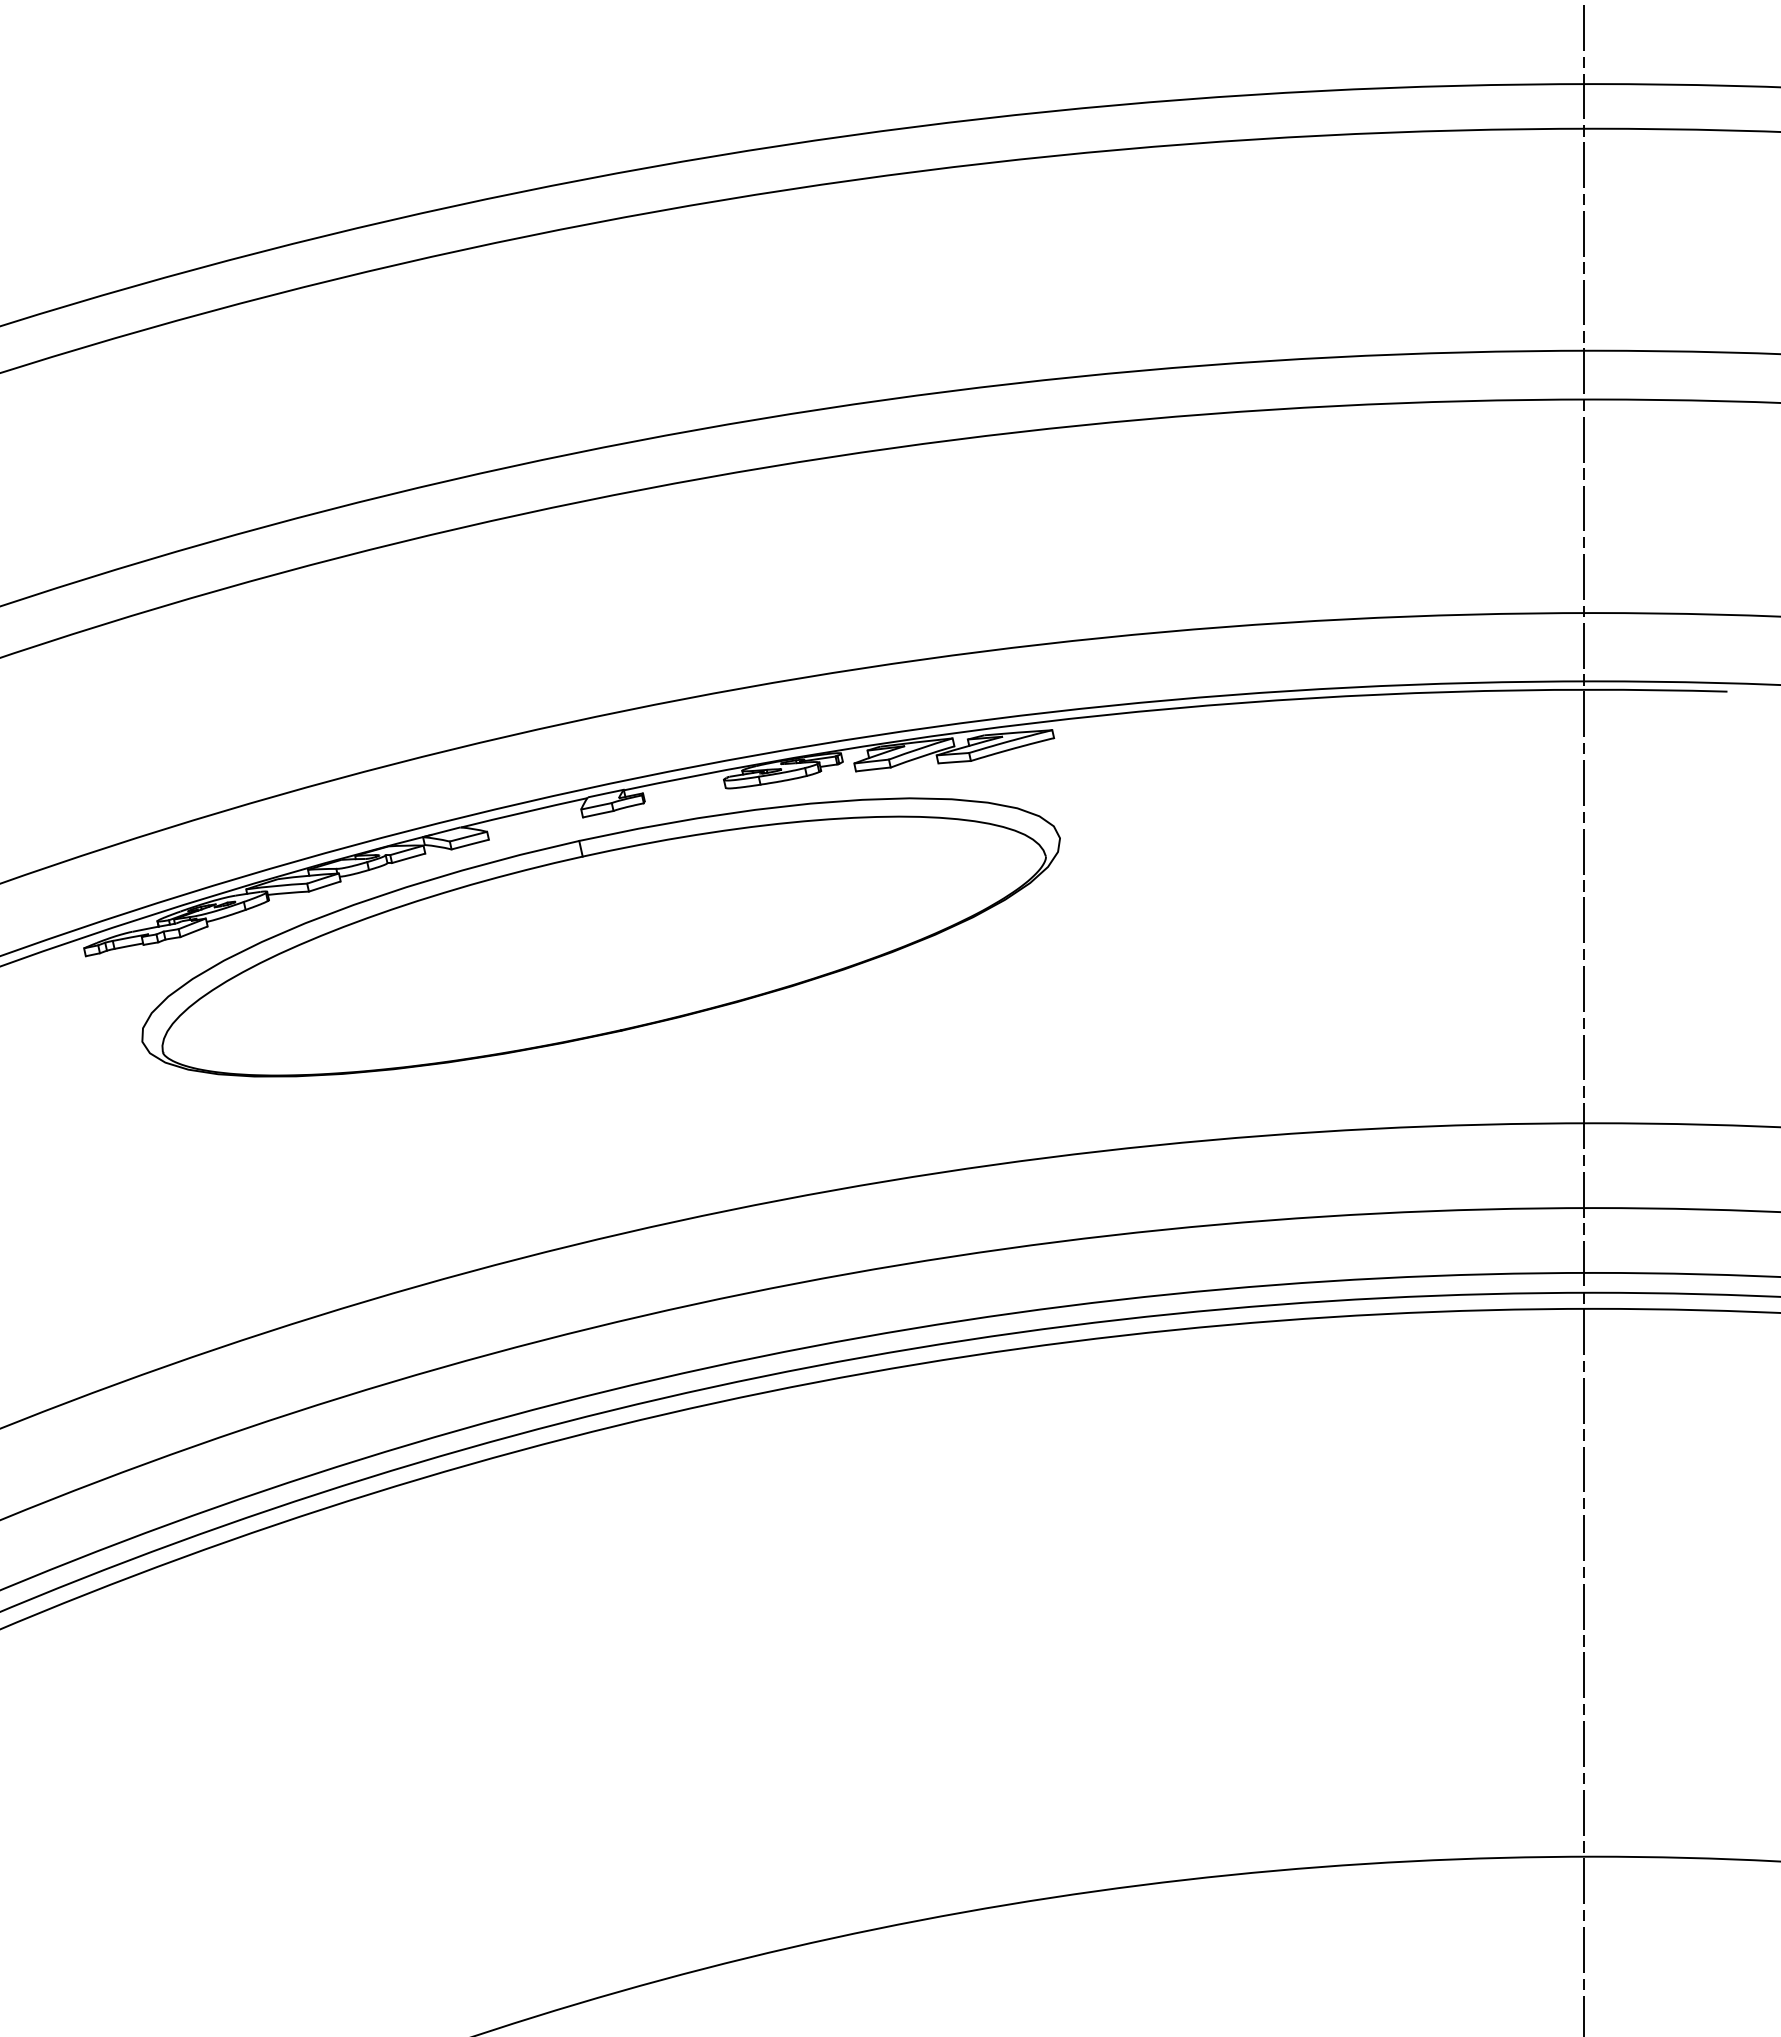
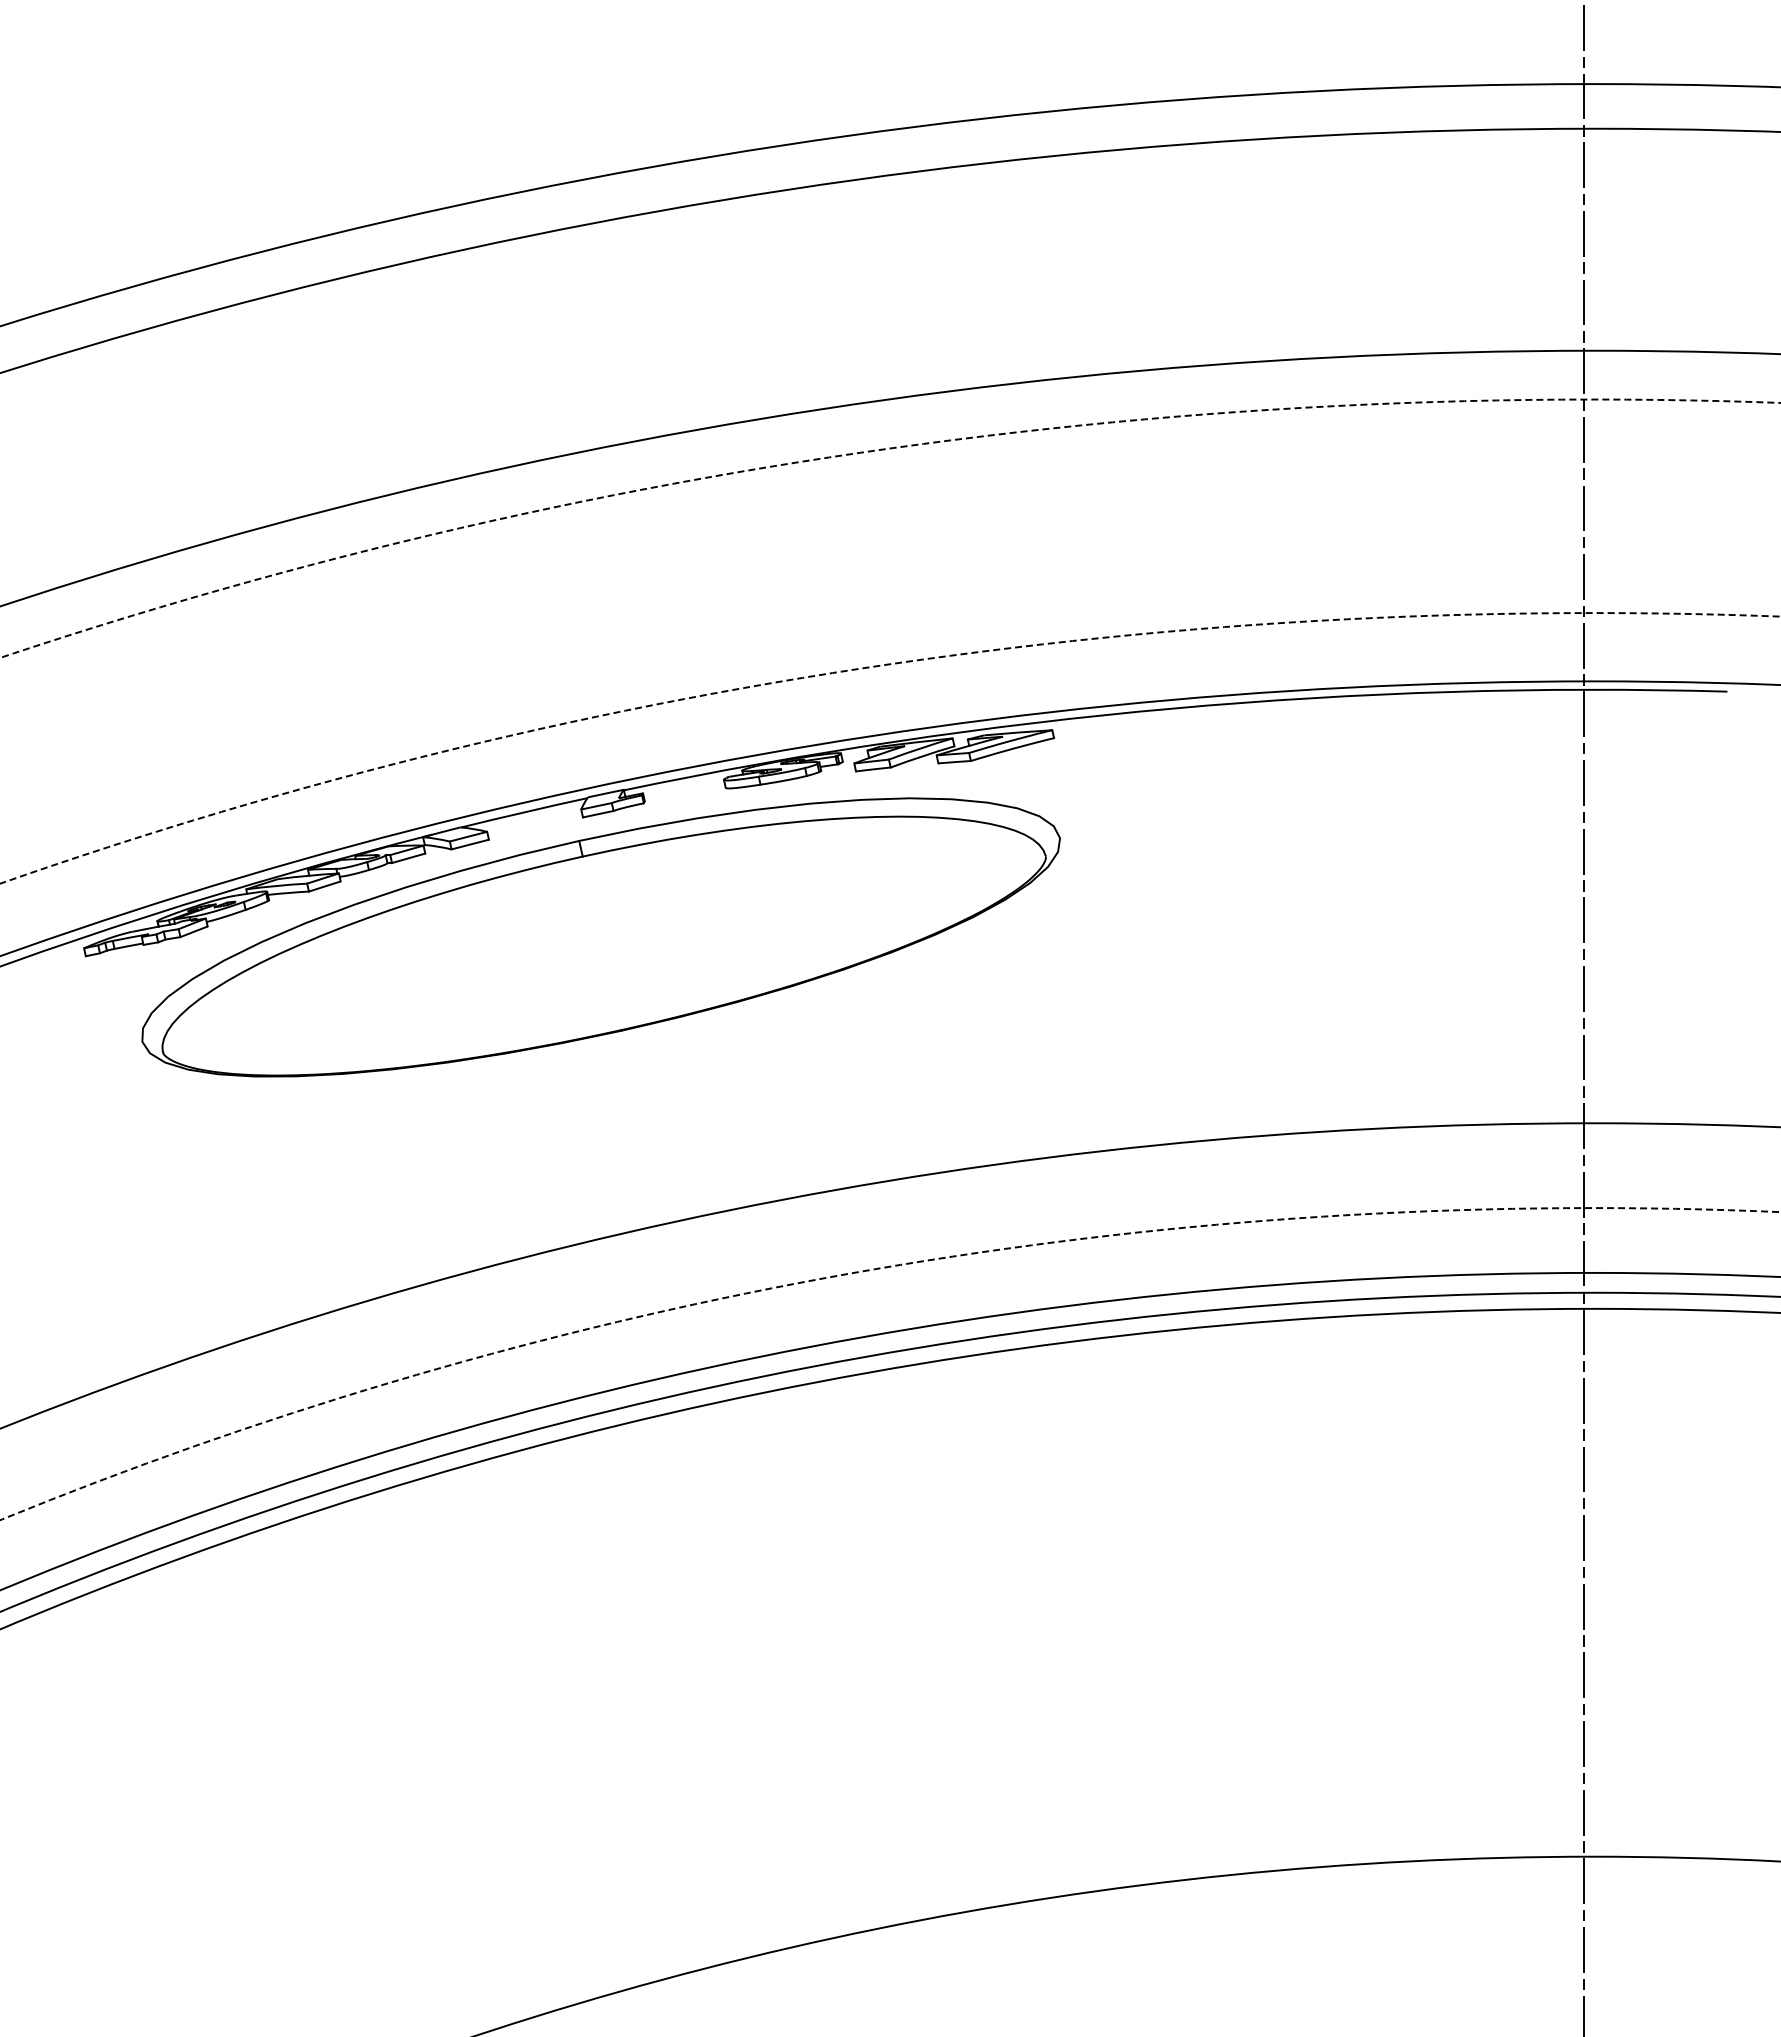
circle at (890, 528): solid -> dashed
circle at (890, 748): solid -> dashed
circle at (890, 1363): solid -> dashed
